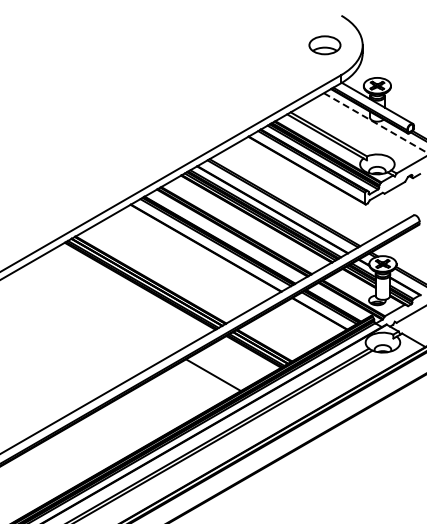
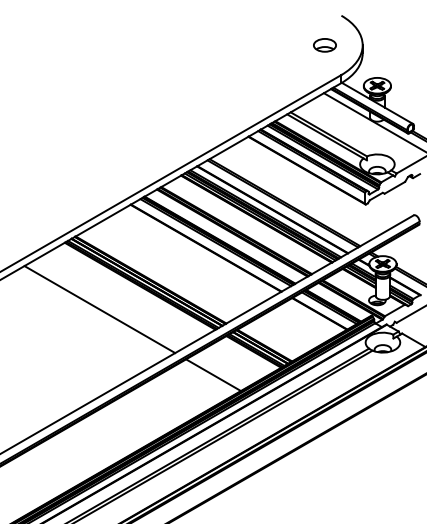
part at (324, 45) size: 34x21 px -> 24x15 px
line at (375, 123): dashed -> solid
line at (99, 309): none -> present
